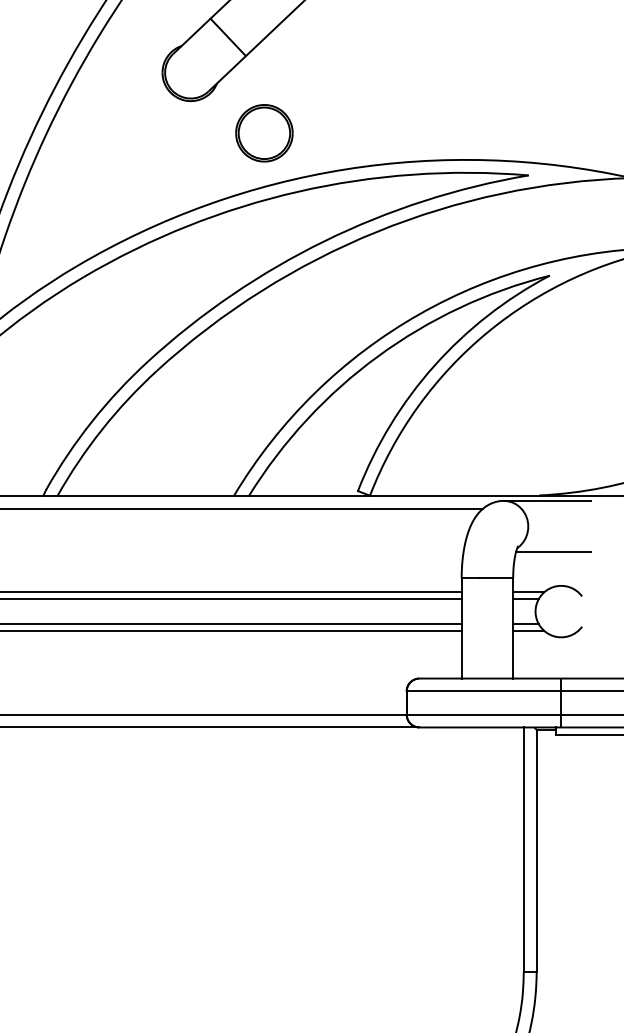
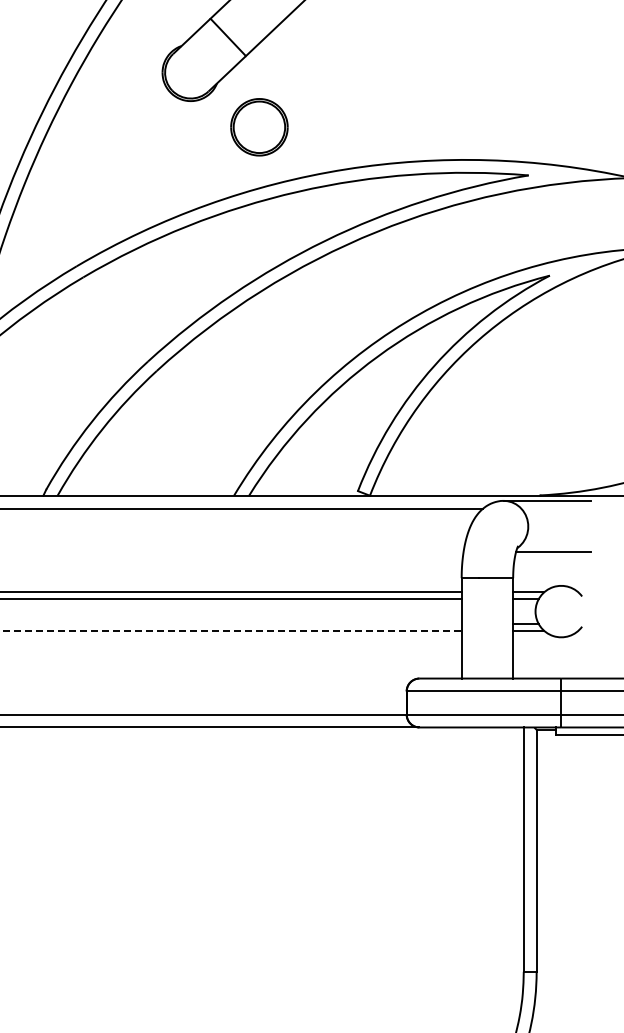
part at (264, 133) position: (264, 133) -> (259, 127)
line at (231, 624): present -> none
line at (231, 630): solid -> dashed
